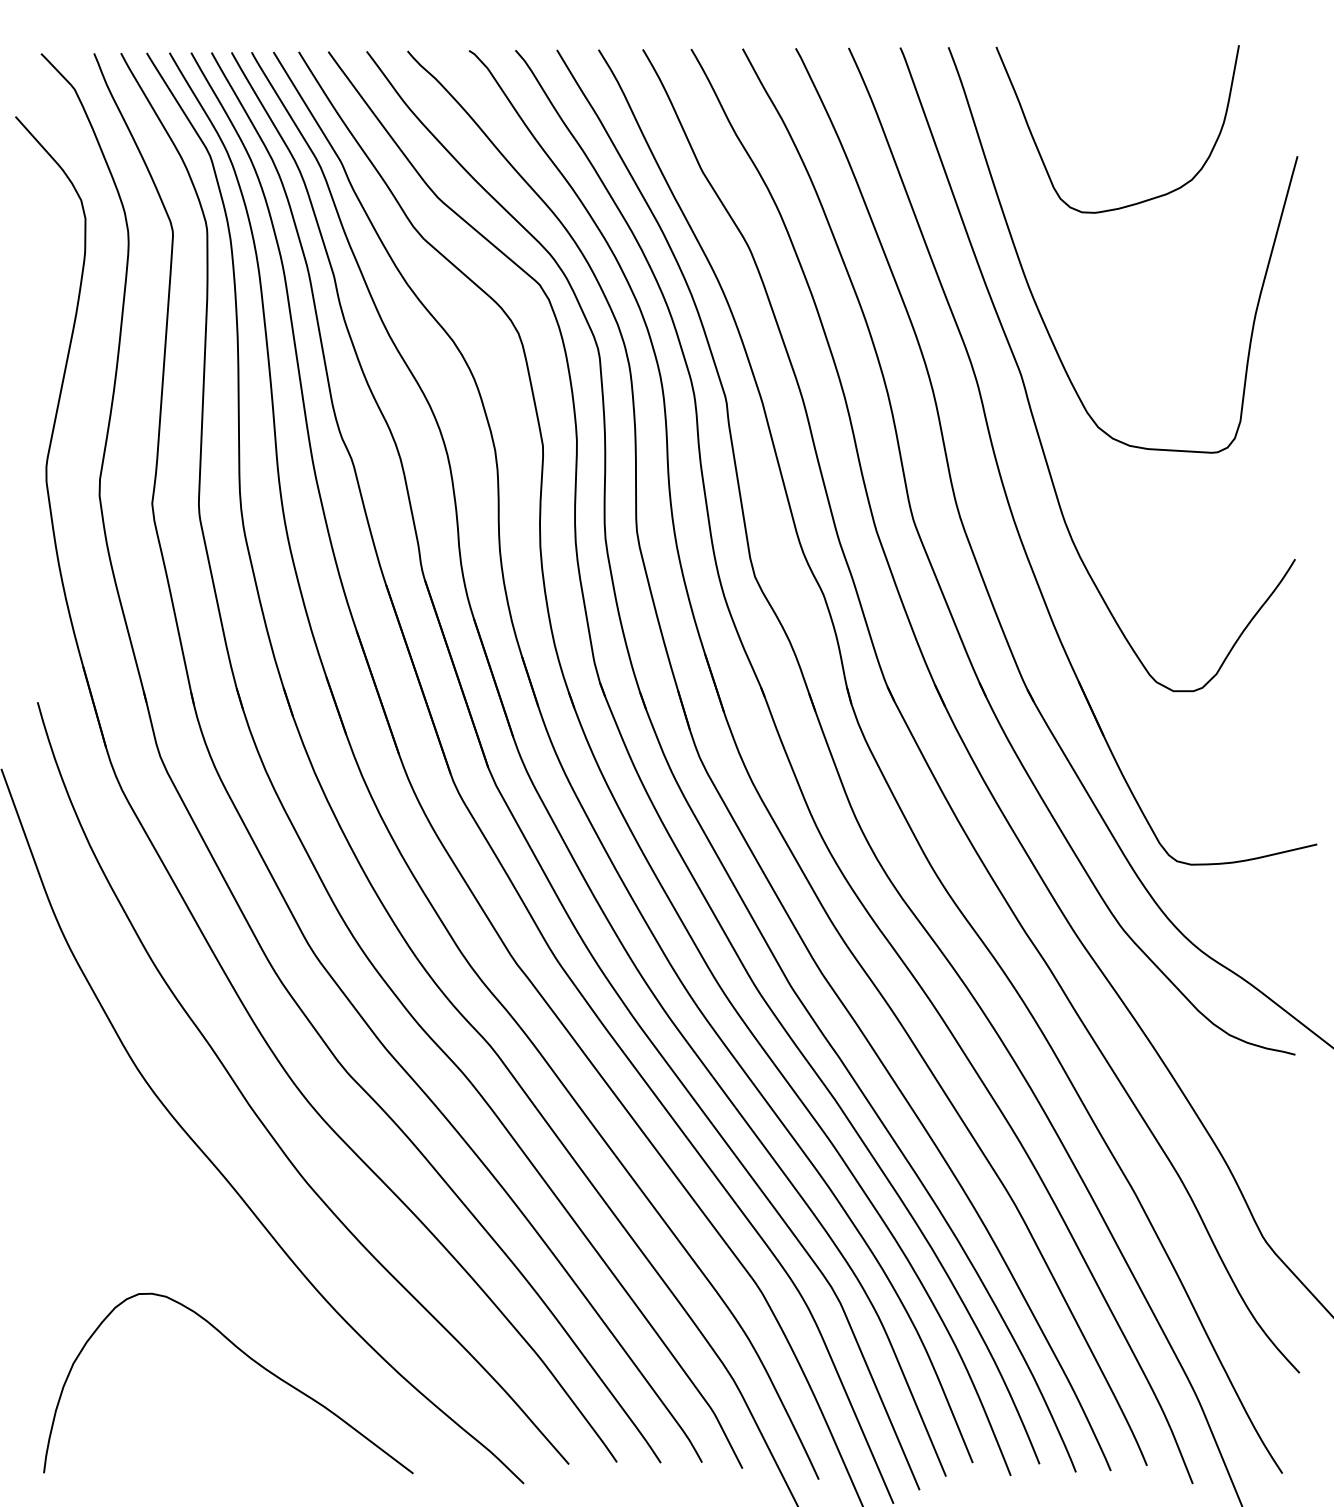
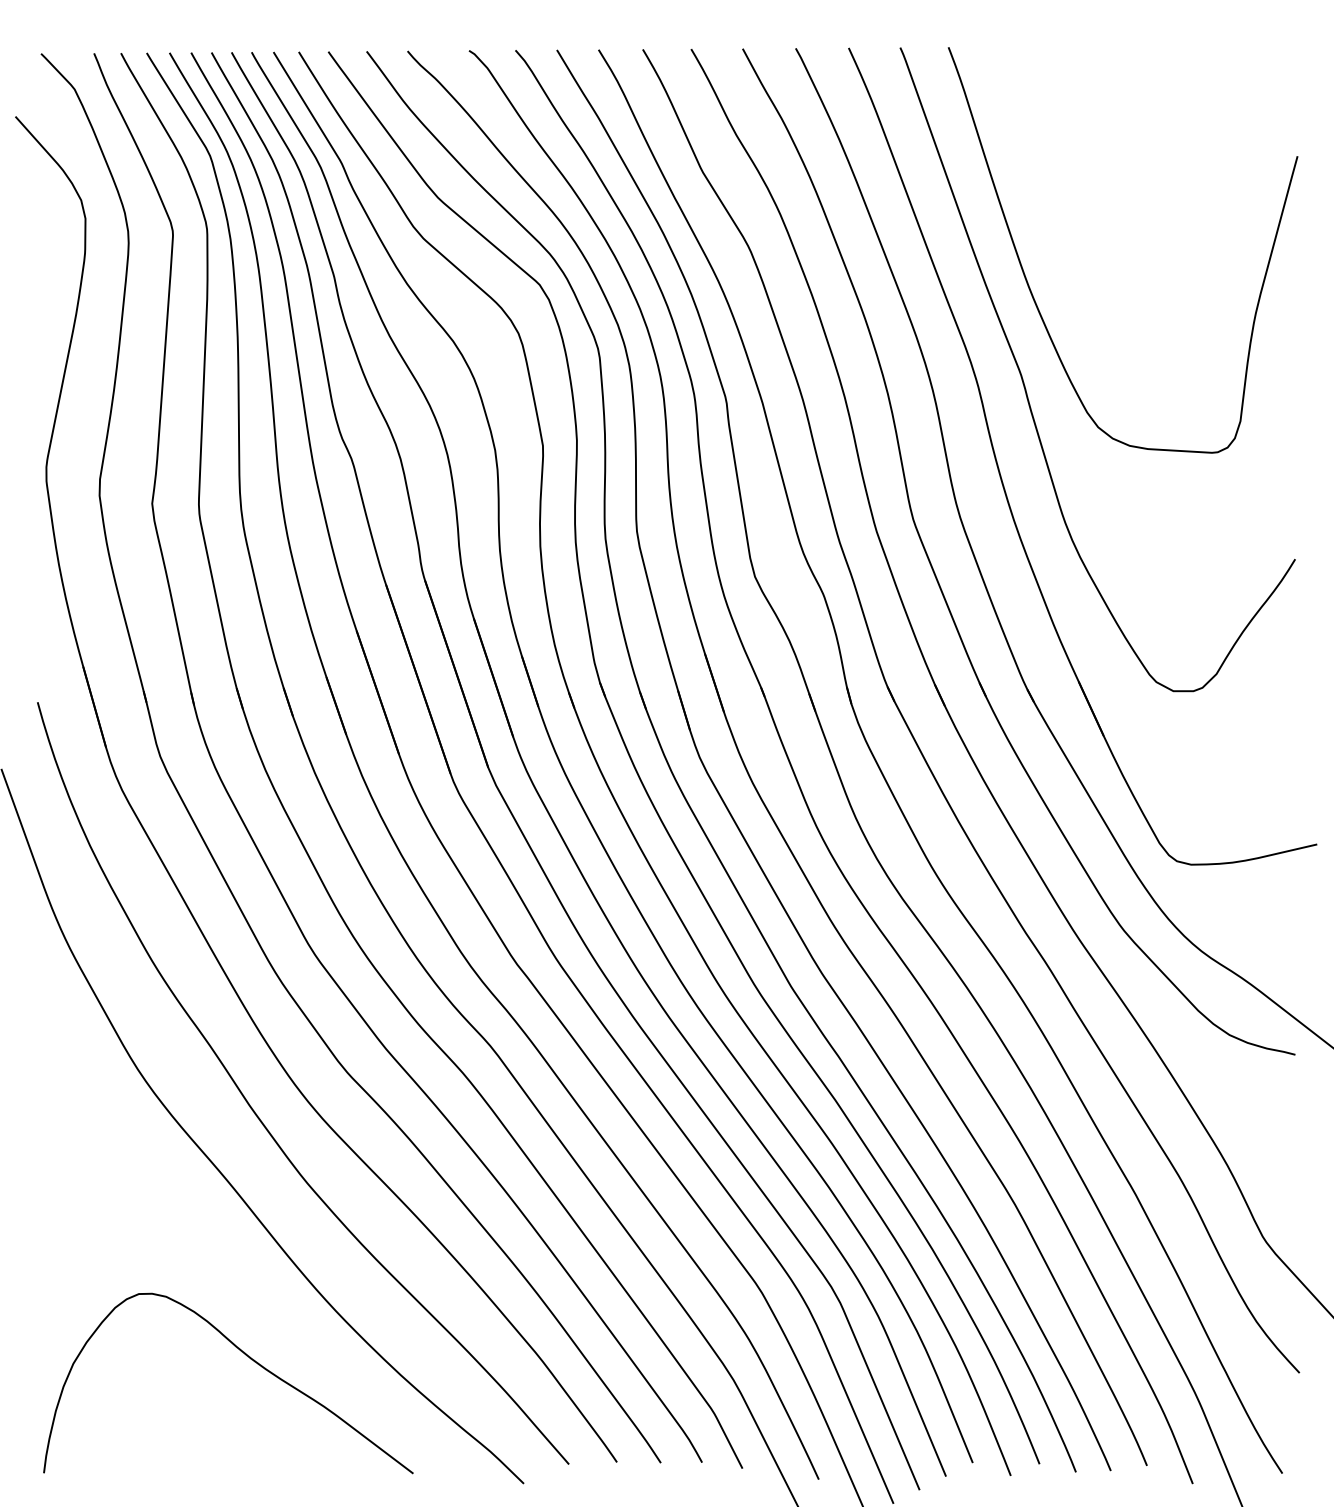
curve at (1140, 201): present -> none
